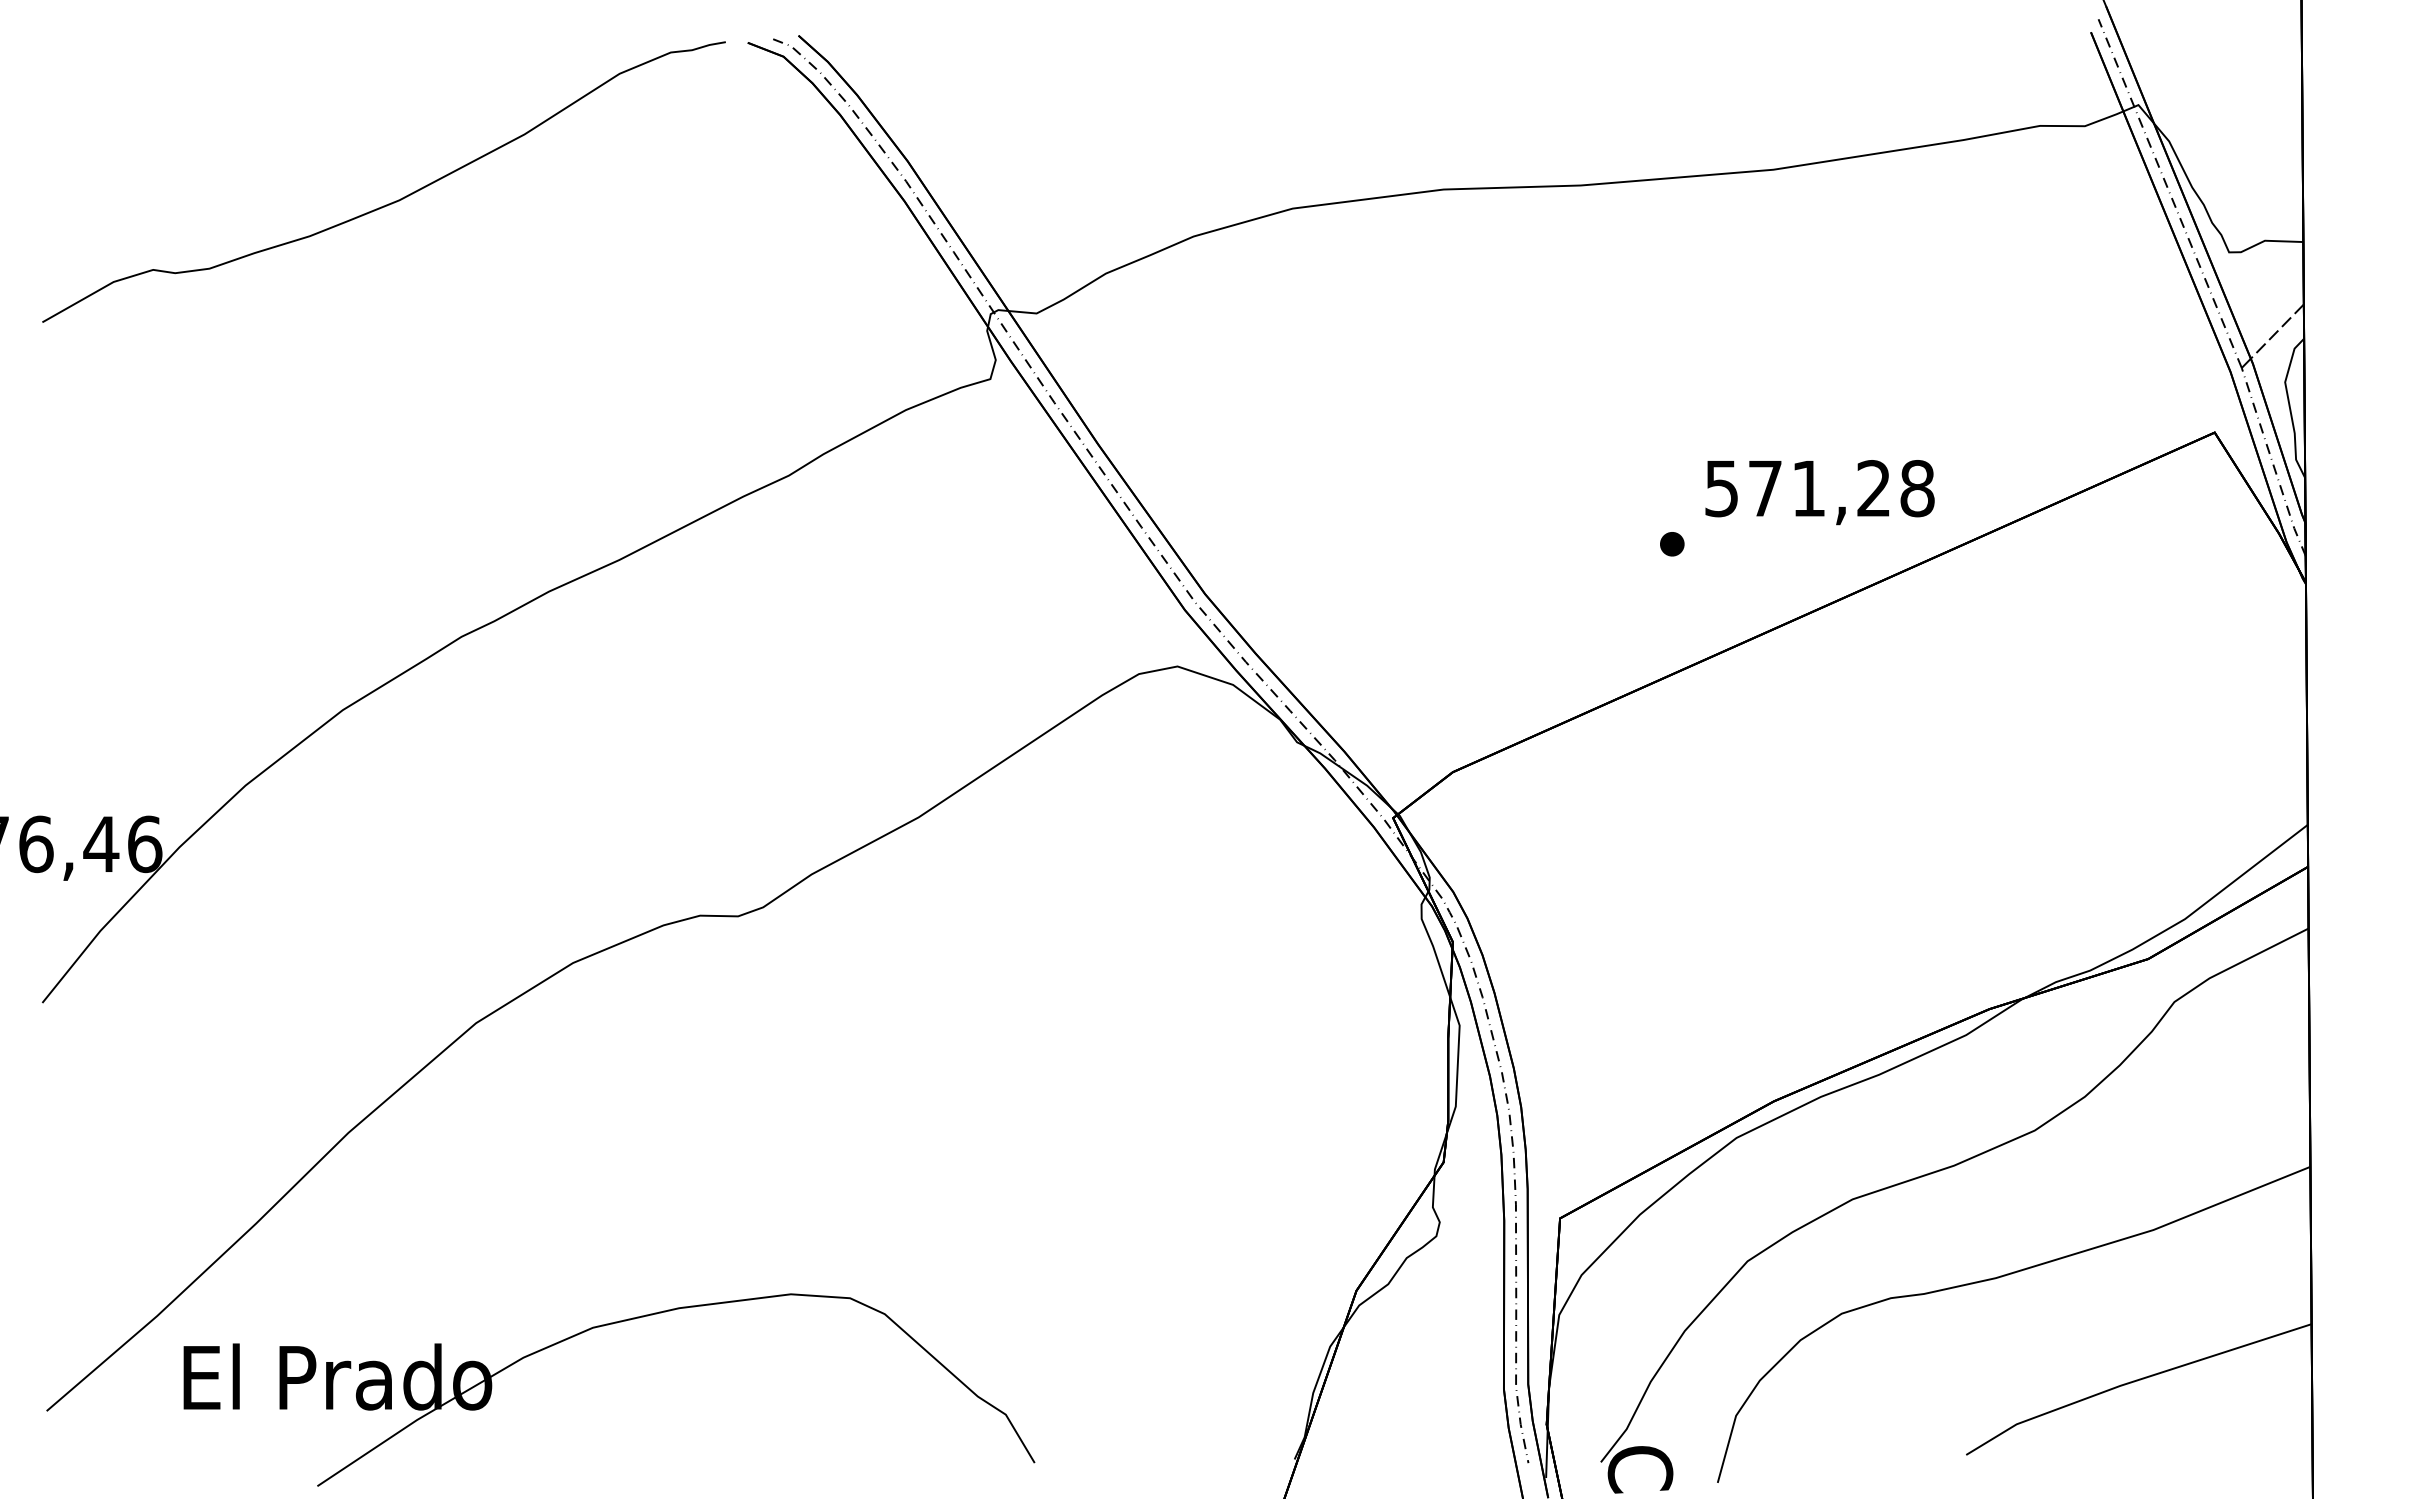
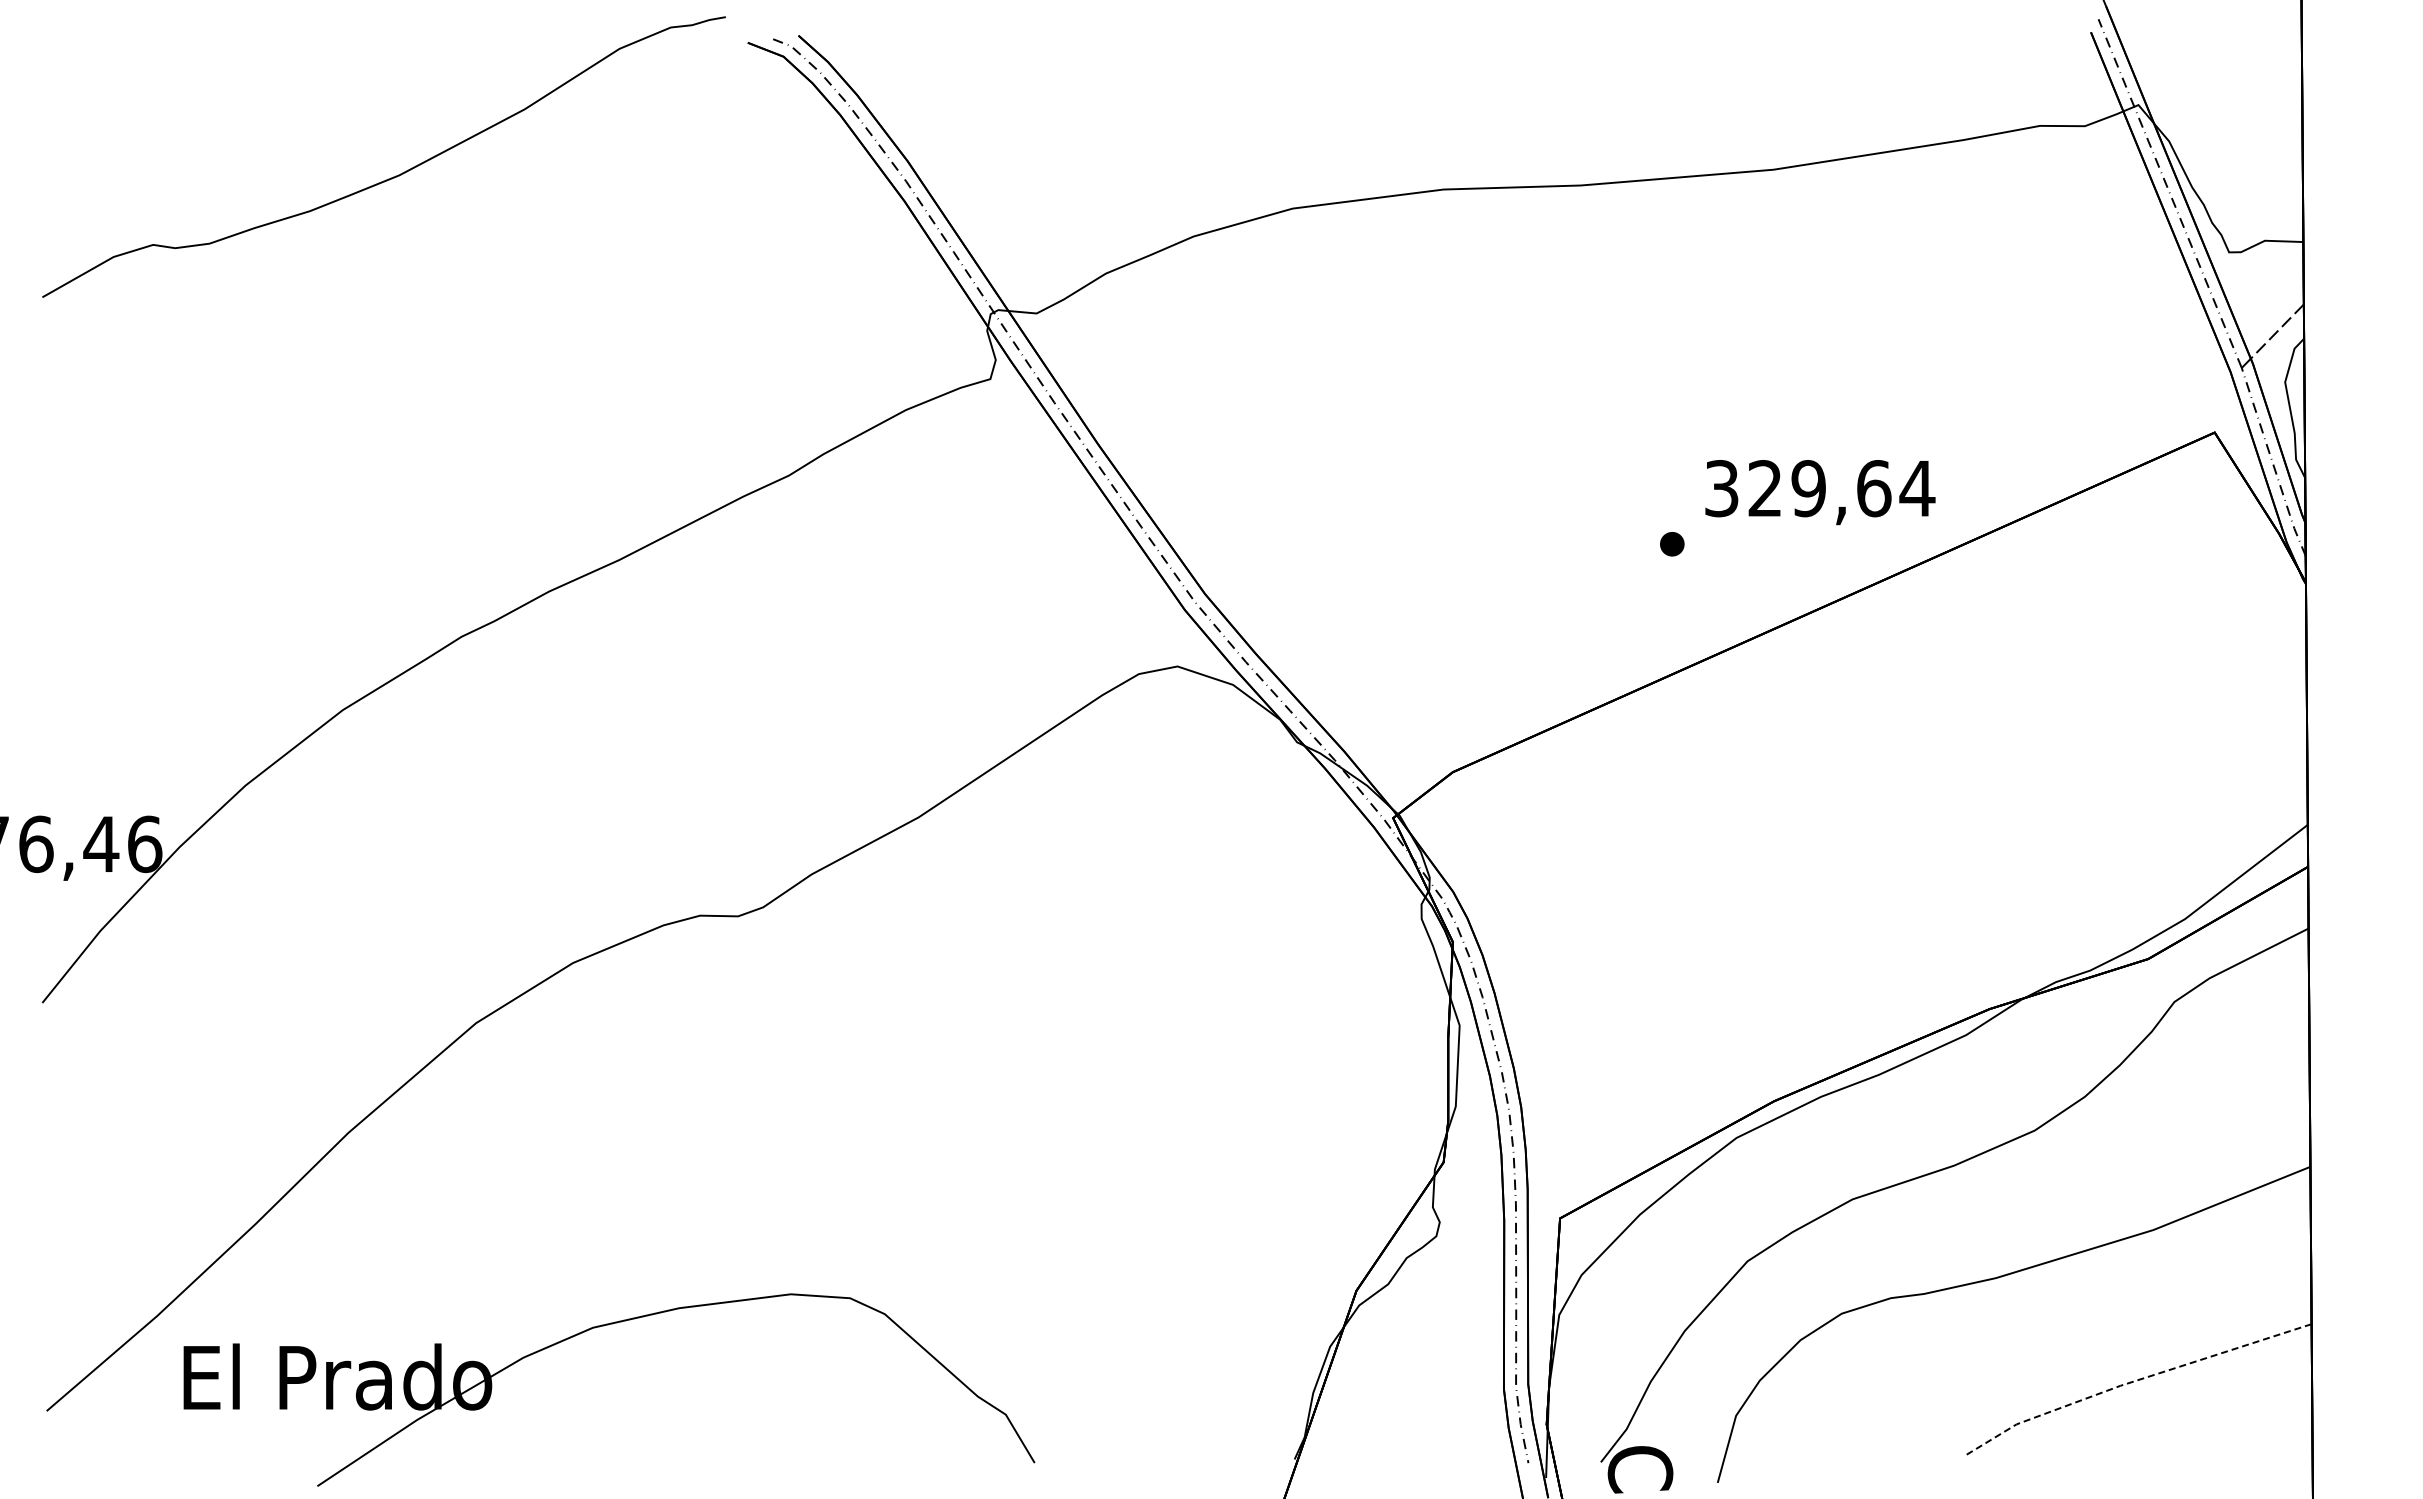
curve at (393, 201) position: (393, 201) -> (393, 176)
text at (1820, 488): 571,28 -> 329,64
line at (2133, 1381): solid -> dashed
